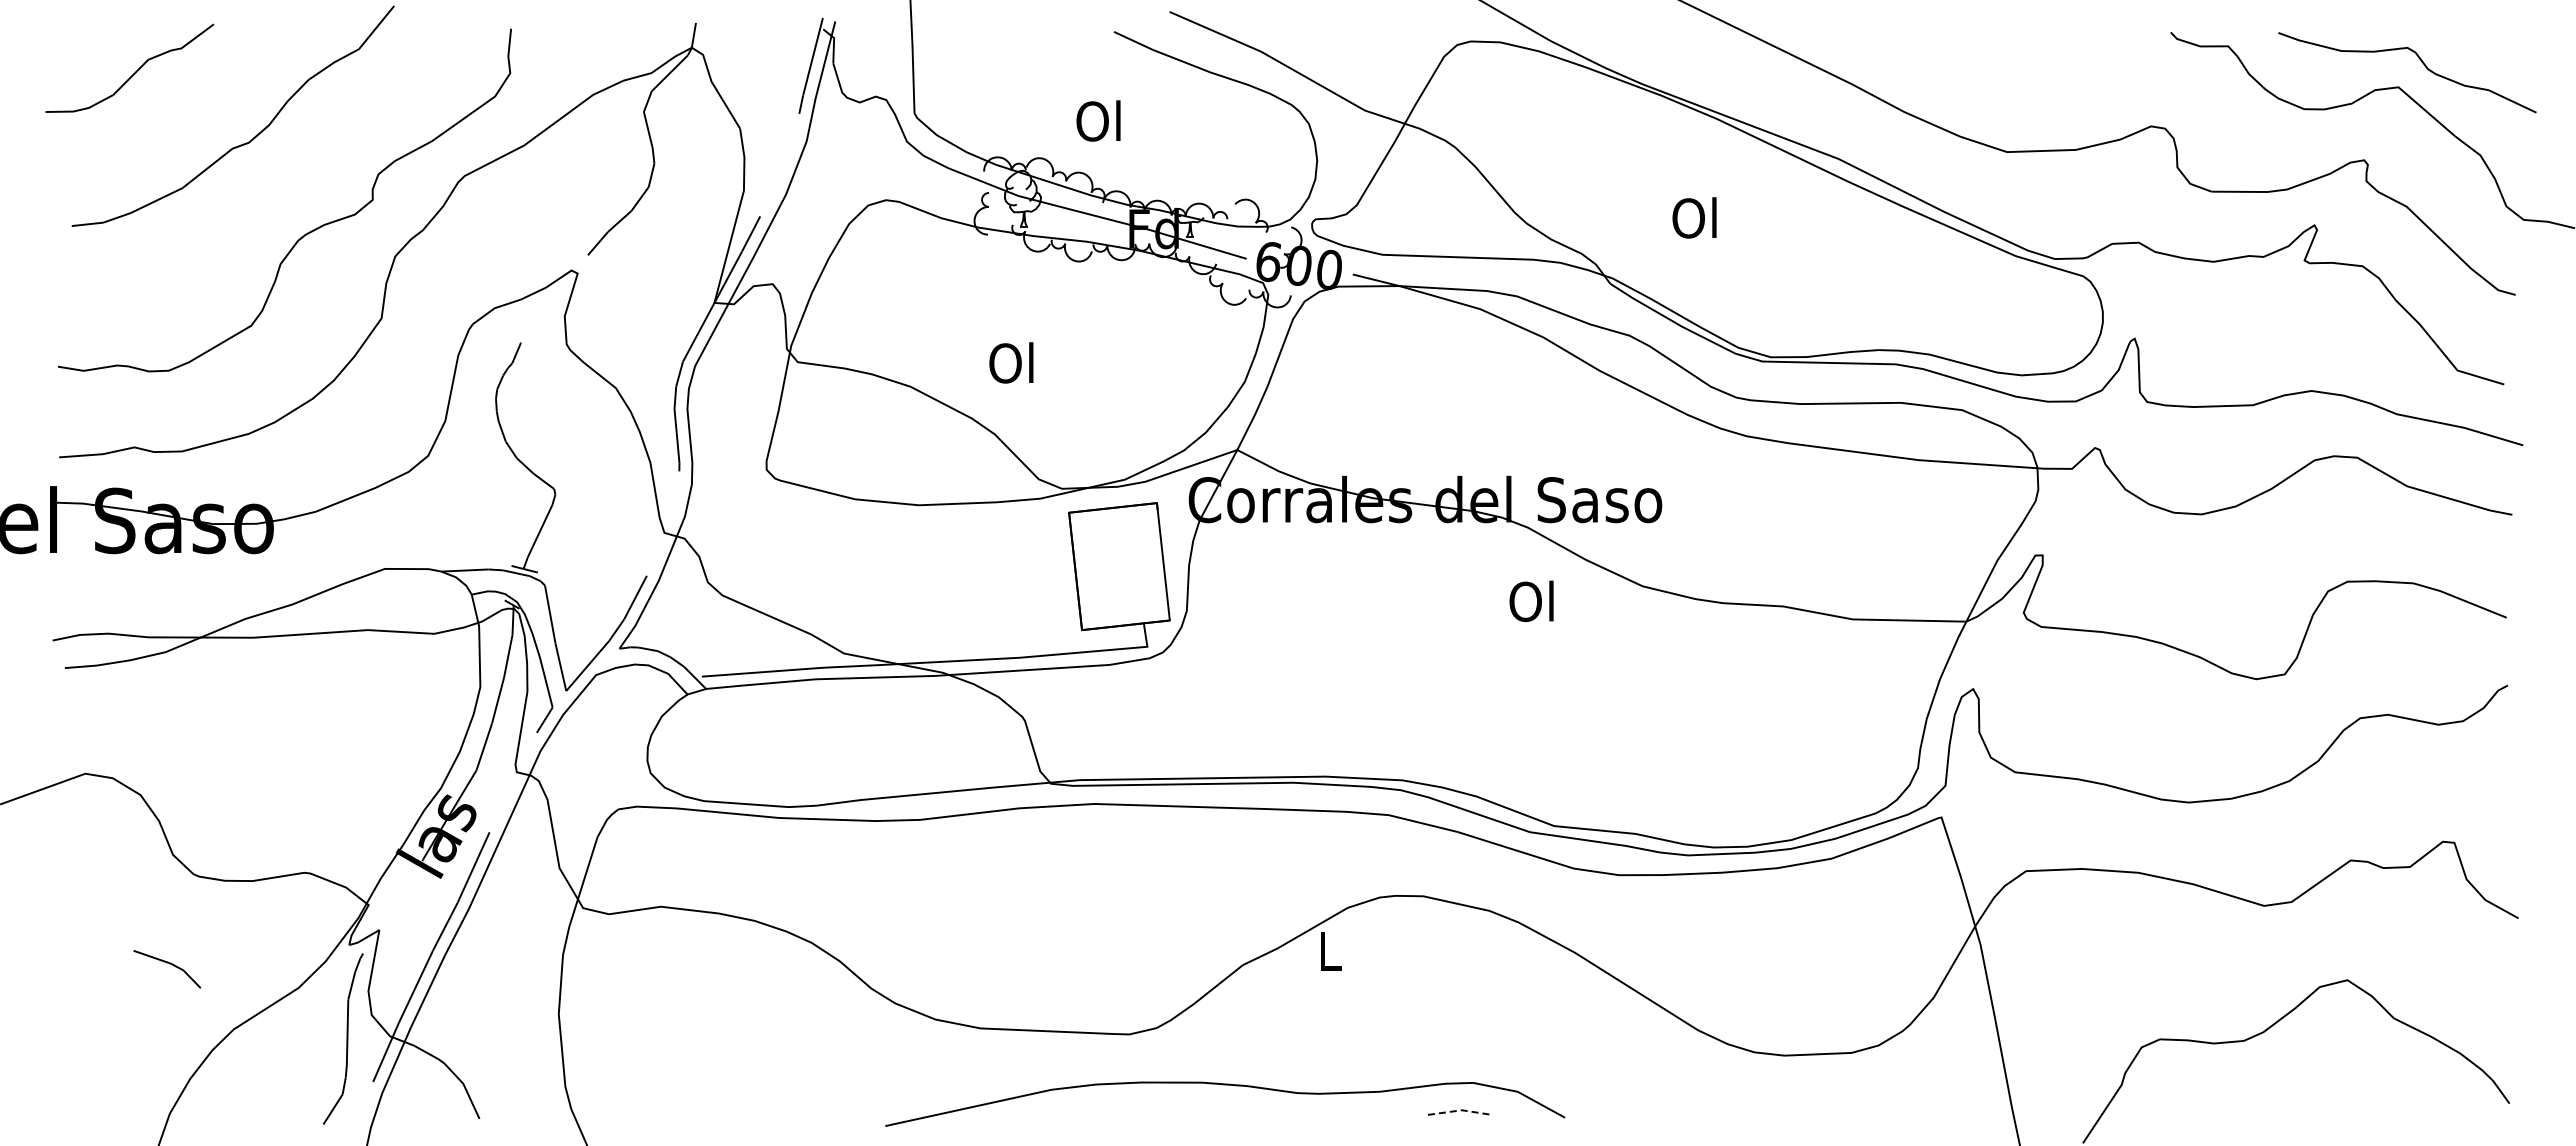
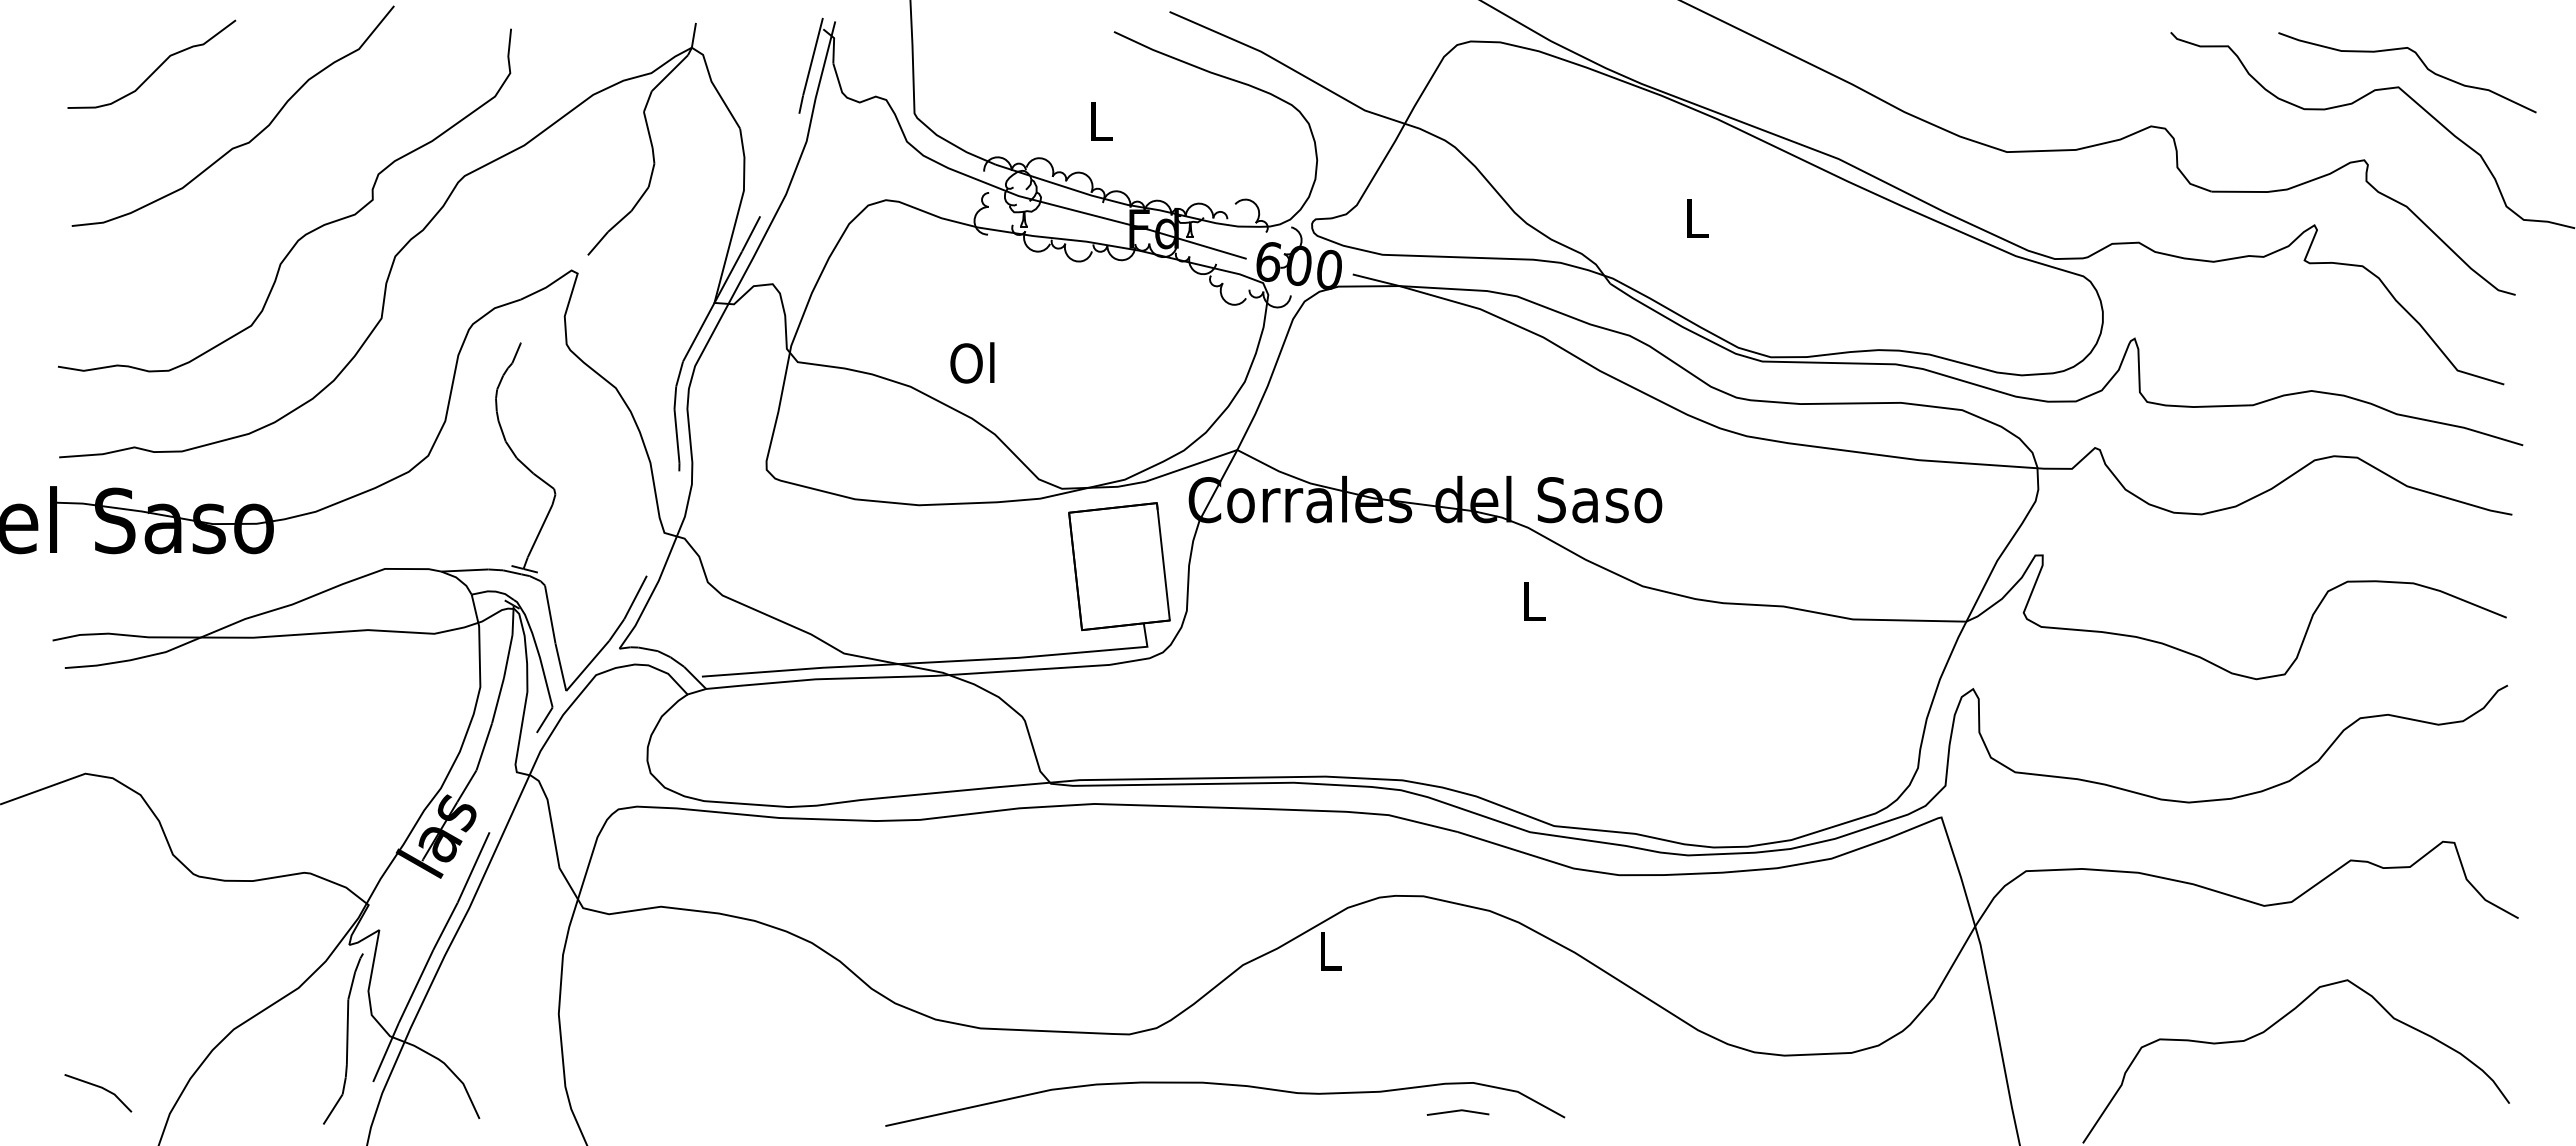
curve at (134, 72) position: (134, 72) -> (156, 68)
text at (1098, 120): Ol -> L
text at (1694, 217): Ol -> L
text at (1011, 362) position: (1011, 362) -> (972, 362)
text at (1531, 601): Ol -> L
line at (169, 964) position: (169, 964) -> (100, 1088)
line at (1457, 1110): dashed -> solid
